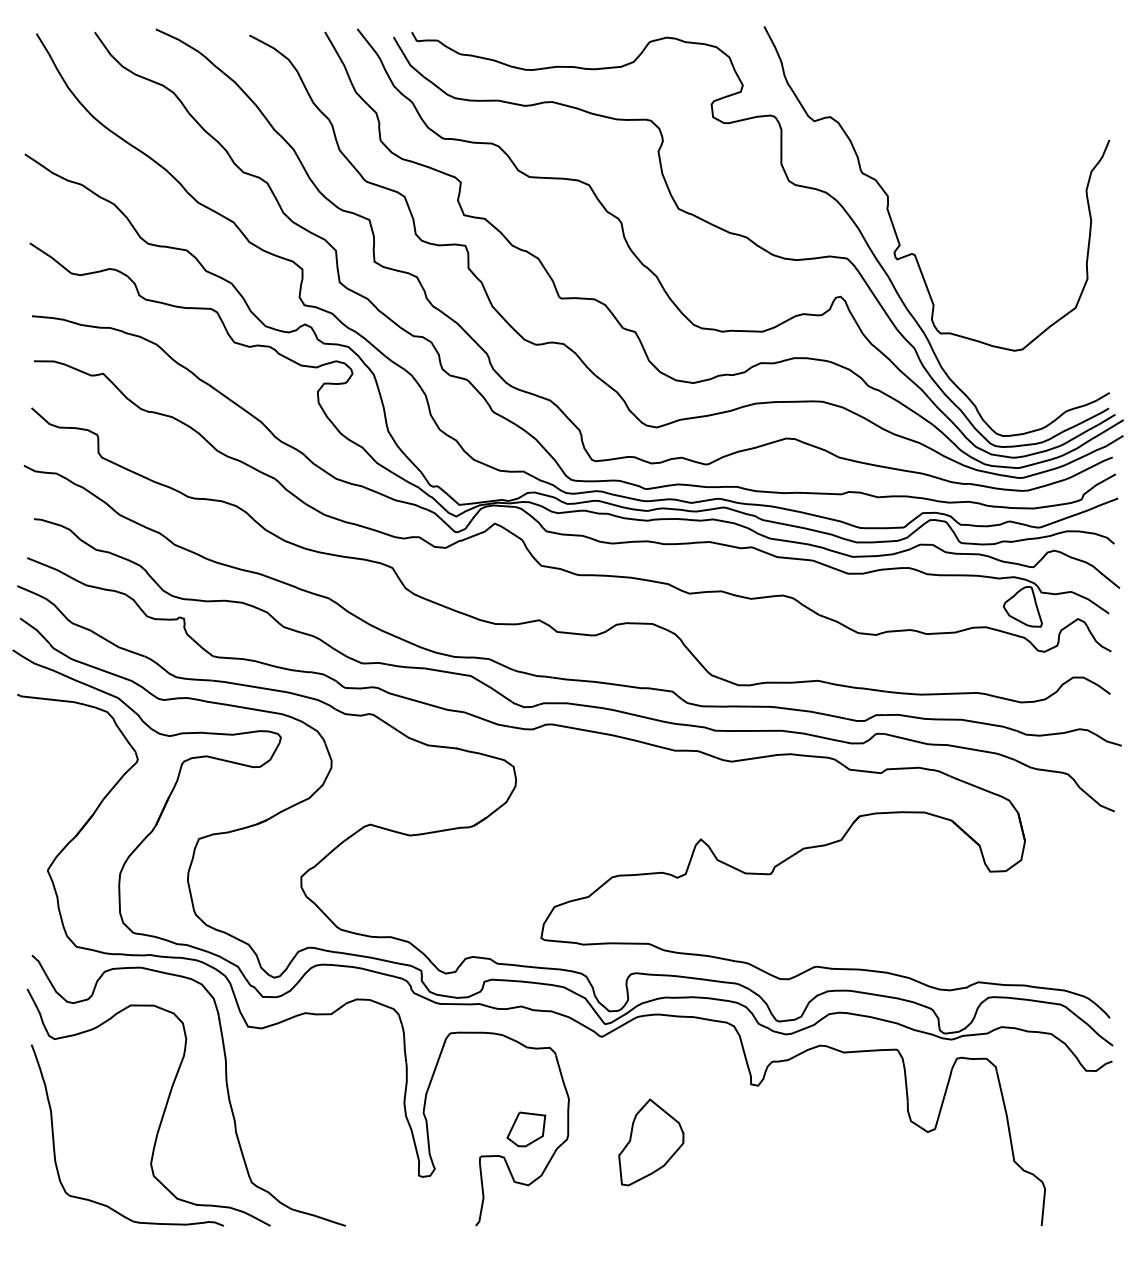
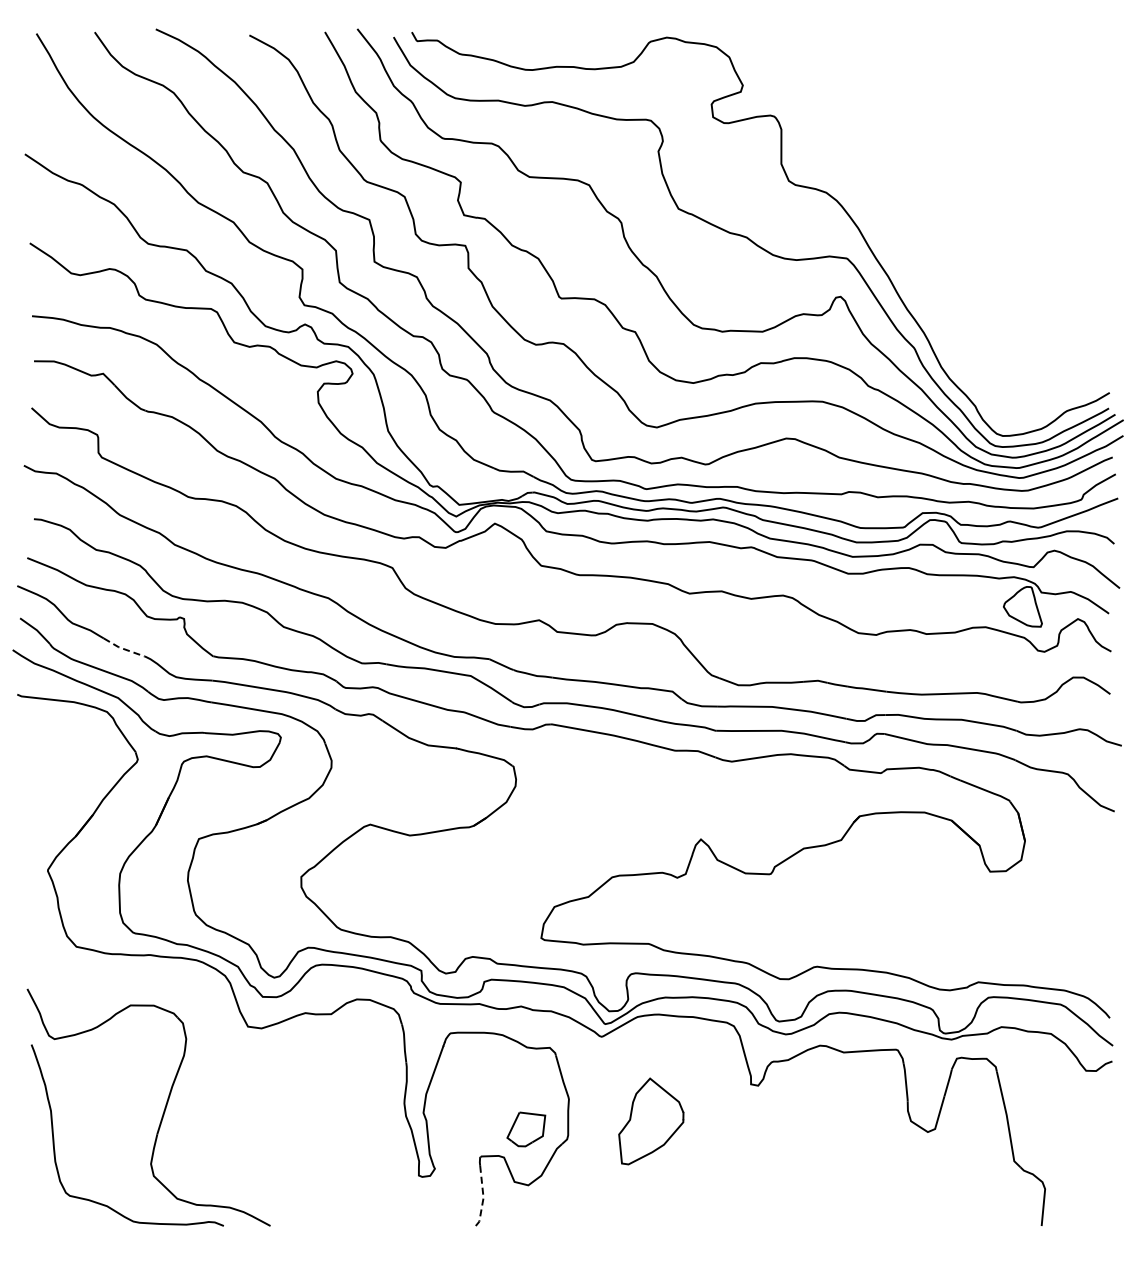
curve at (888, 195): present -> none
line at (123, 648): solid -> dashed
part at (225, 1083): present -> none
part at (651, 1142) position: (651, 1142) -> (651, 1121)
line at (483, 1197): solid -> dashed
